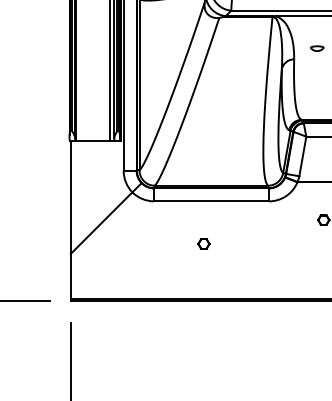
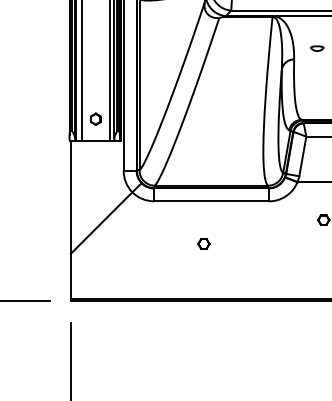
line at (81, 71): none -> present
part at (95, 118): none -> present
